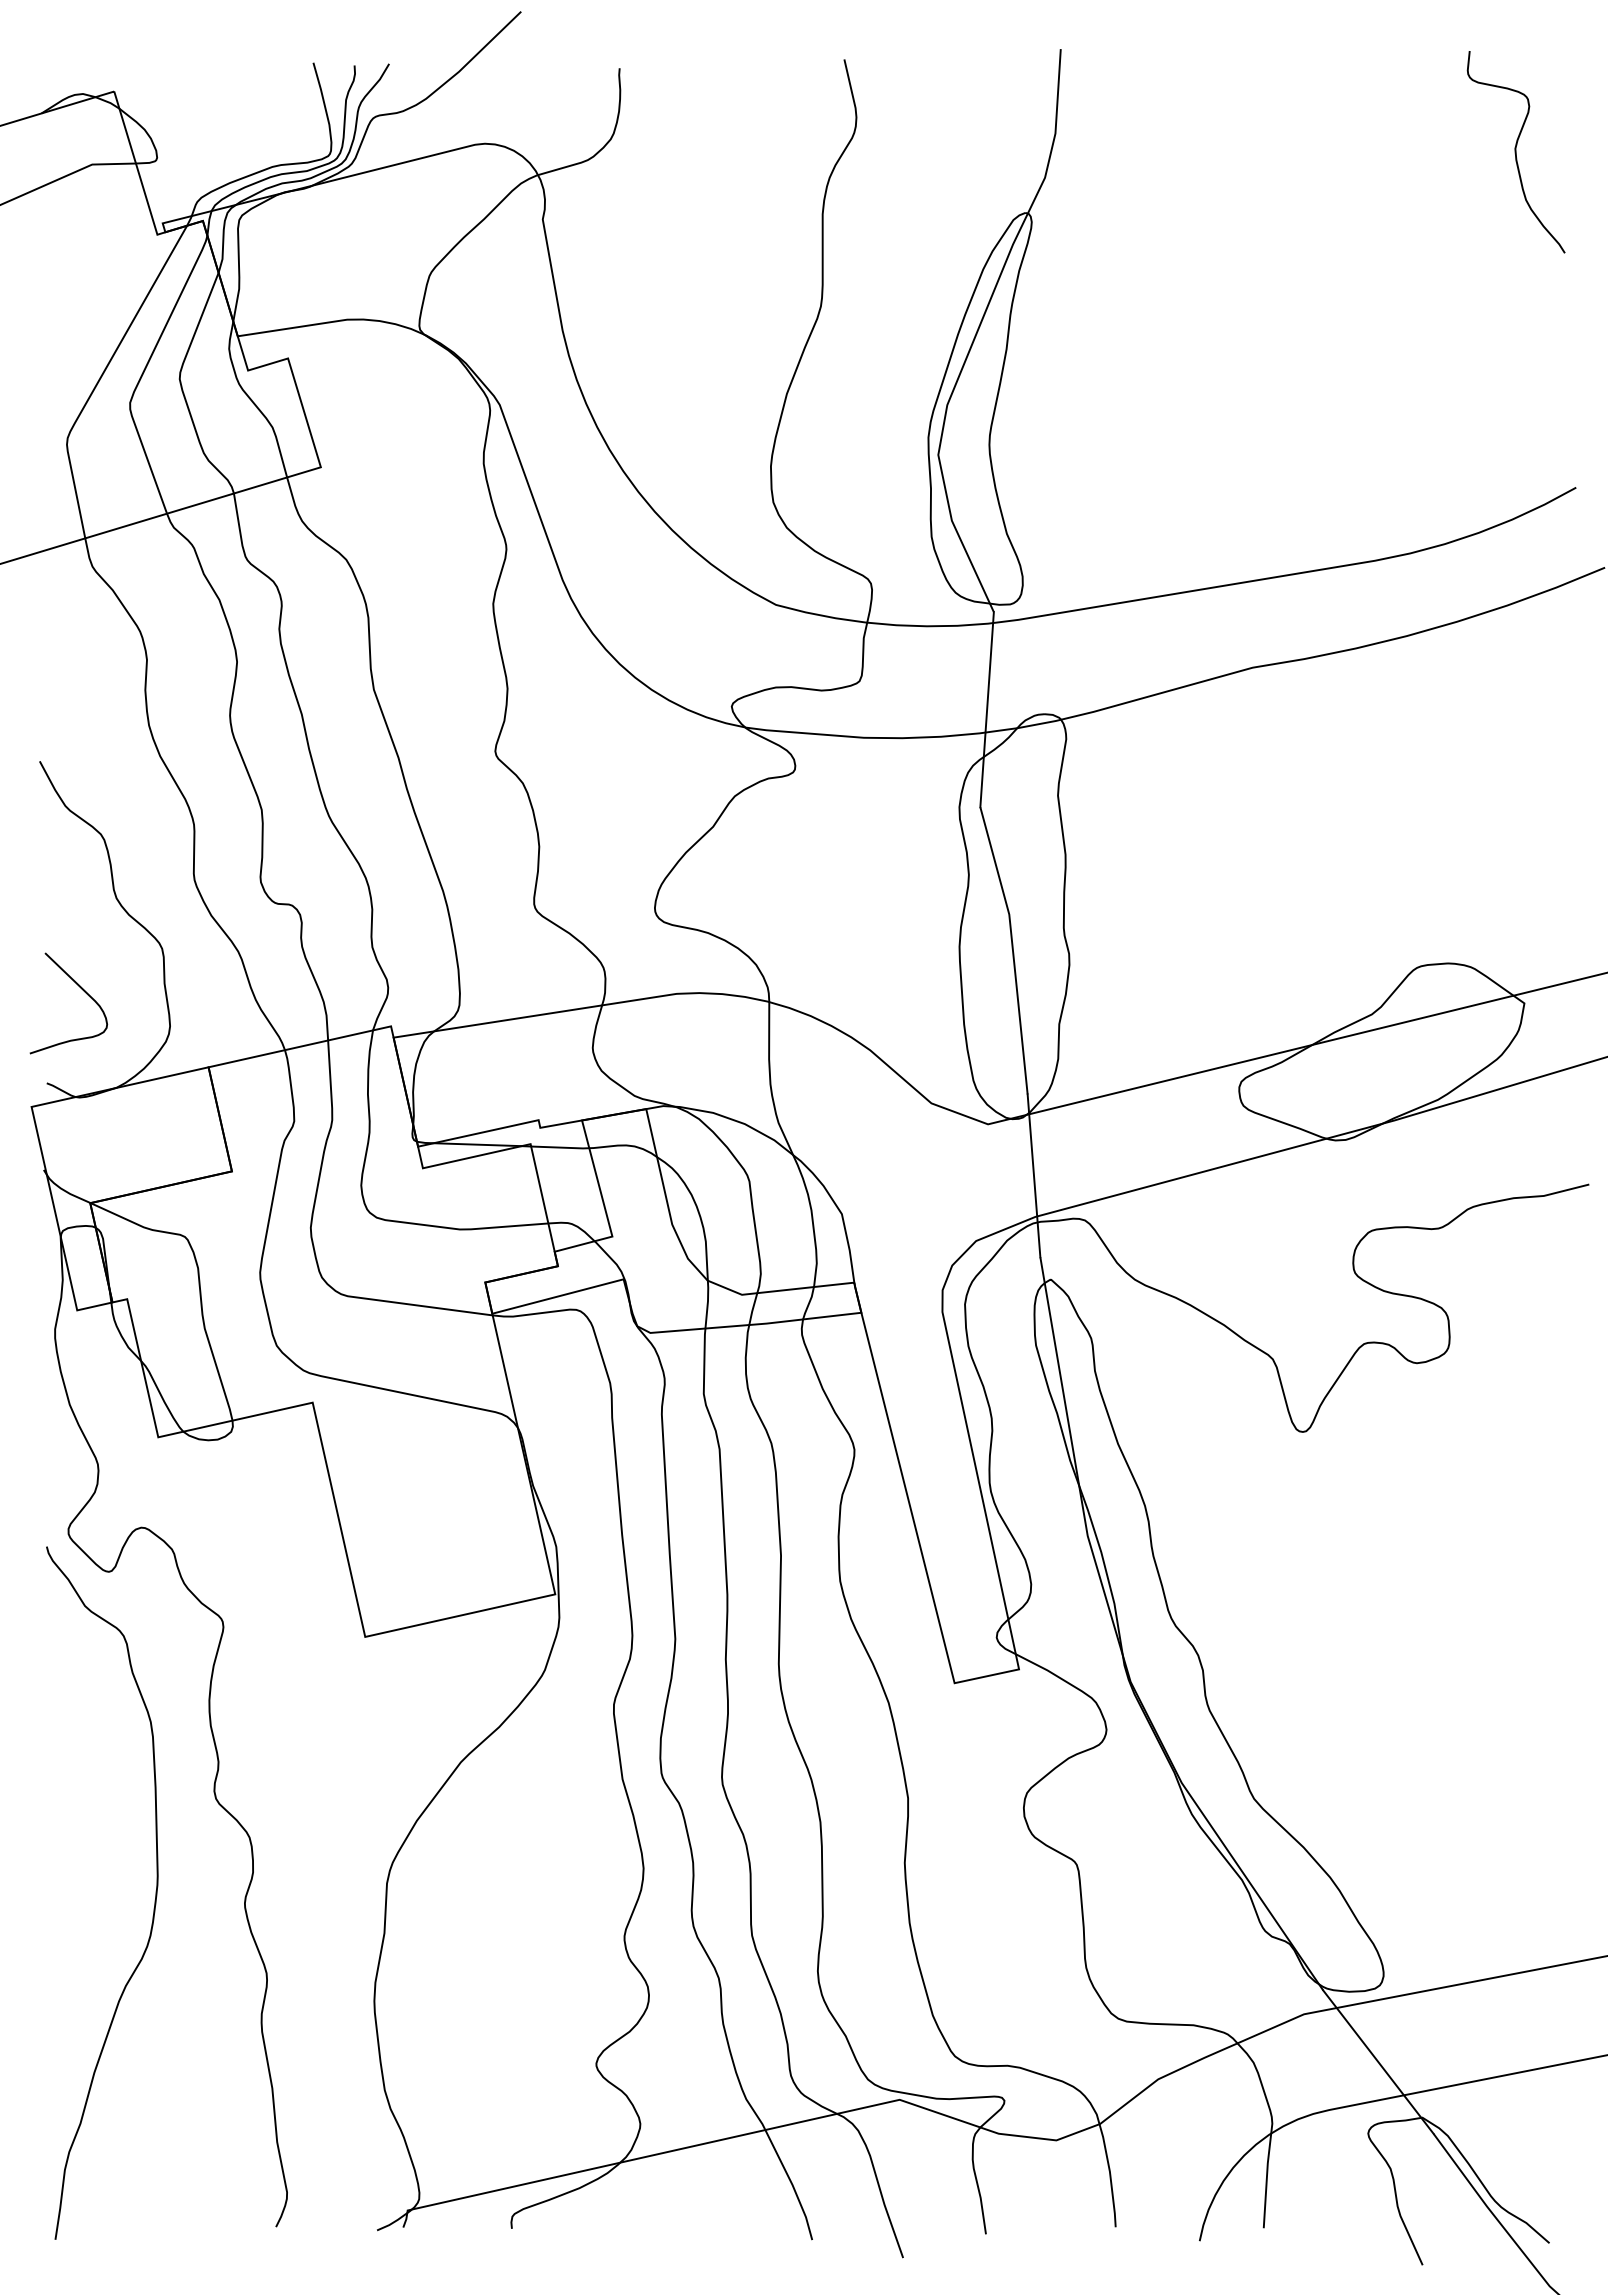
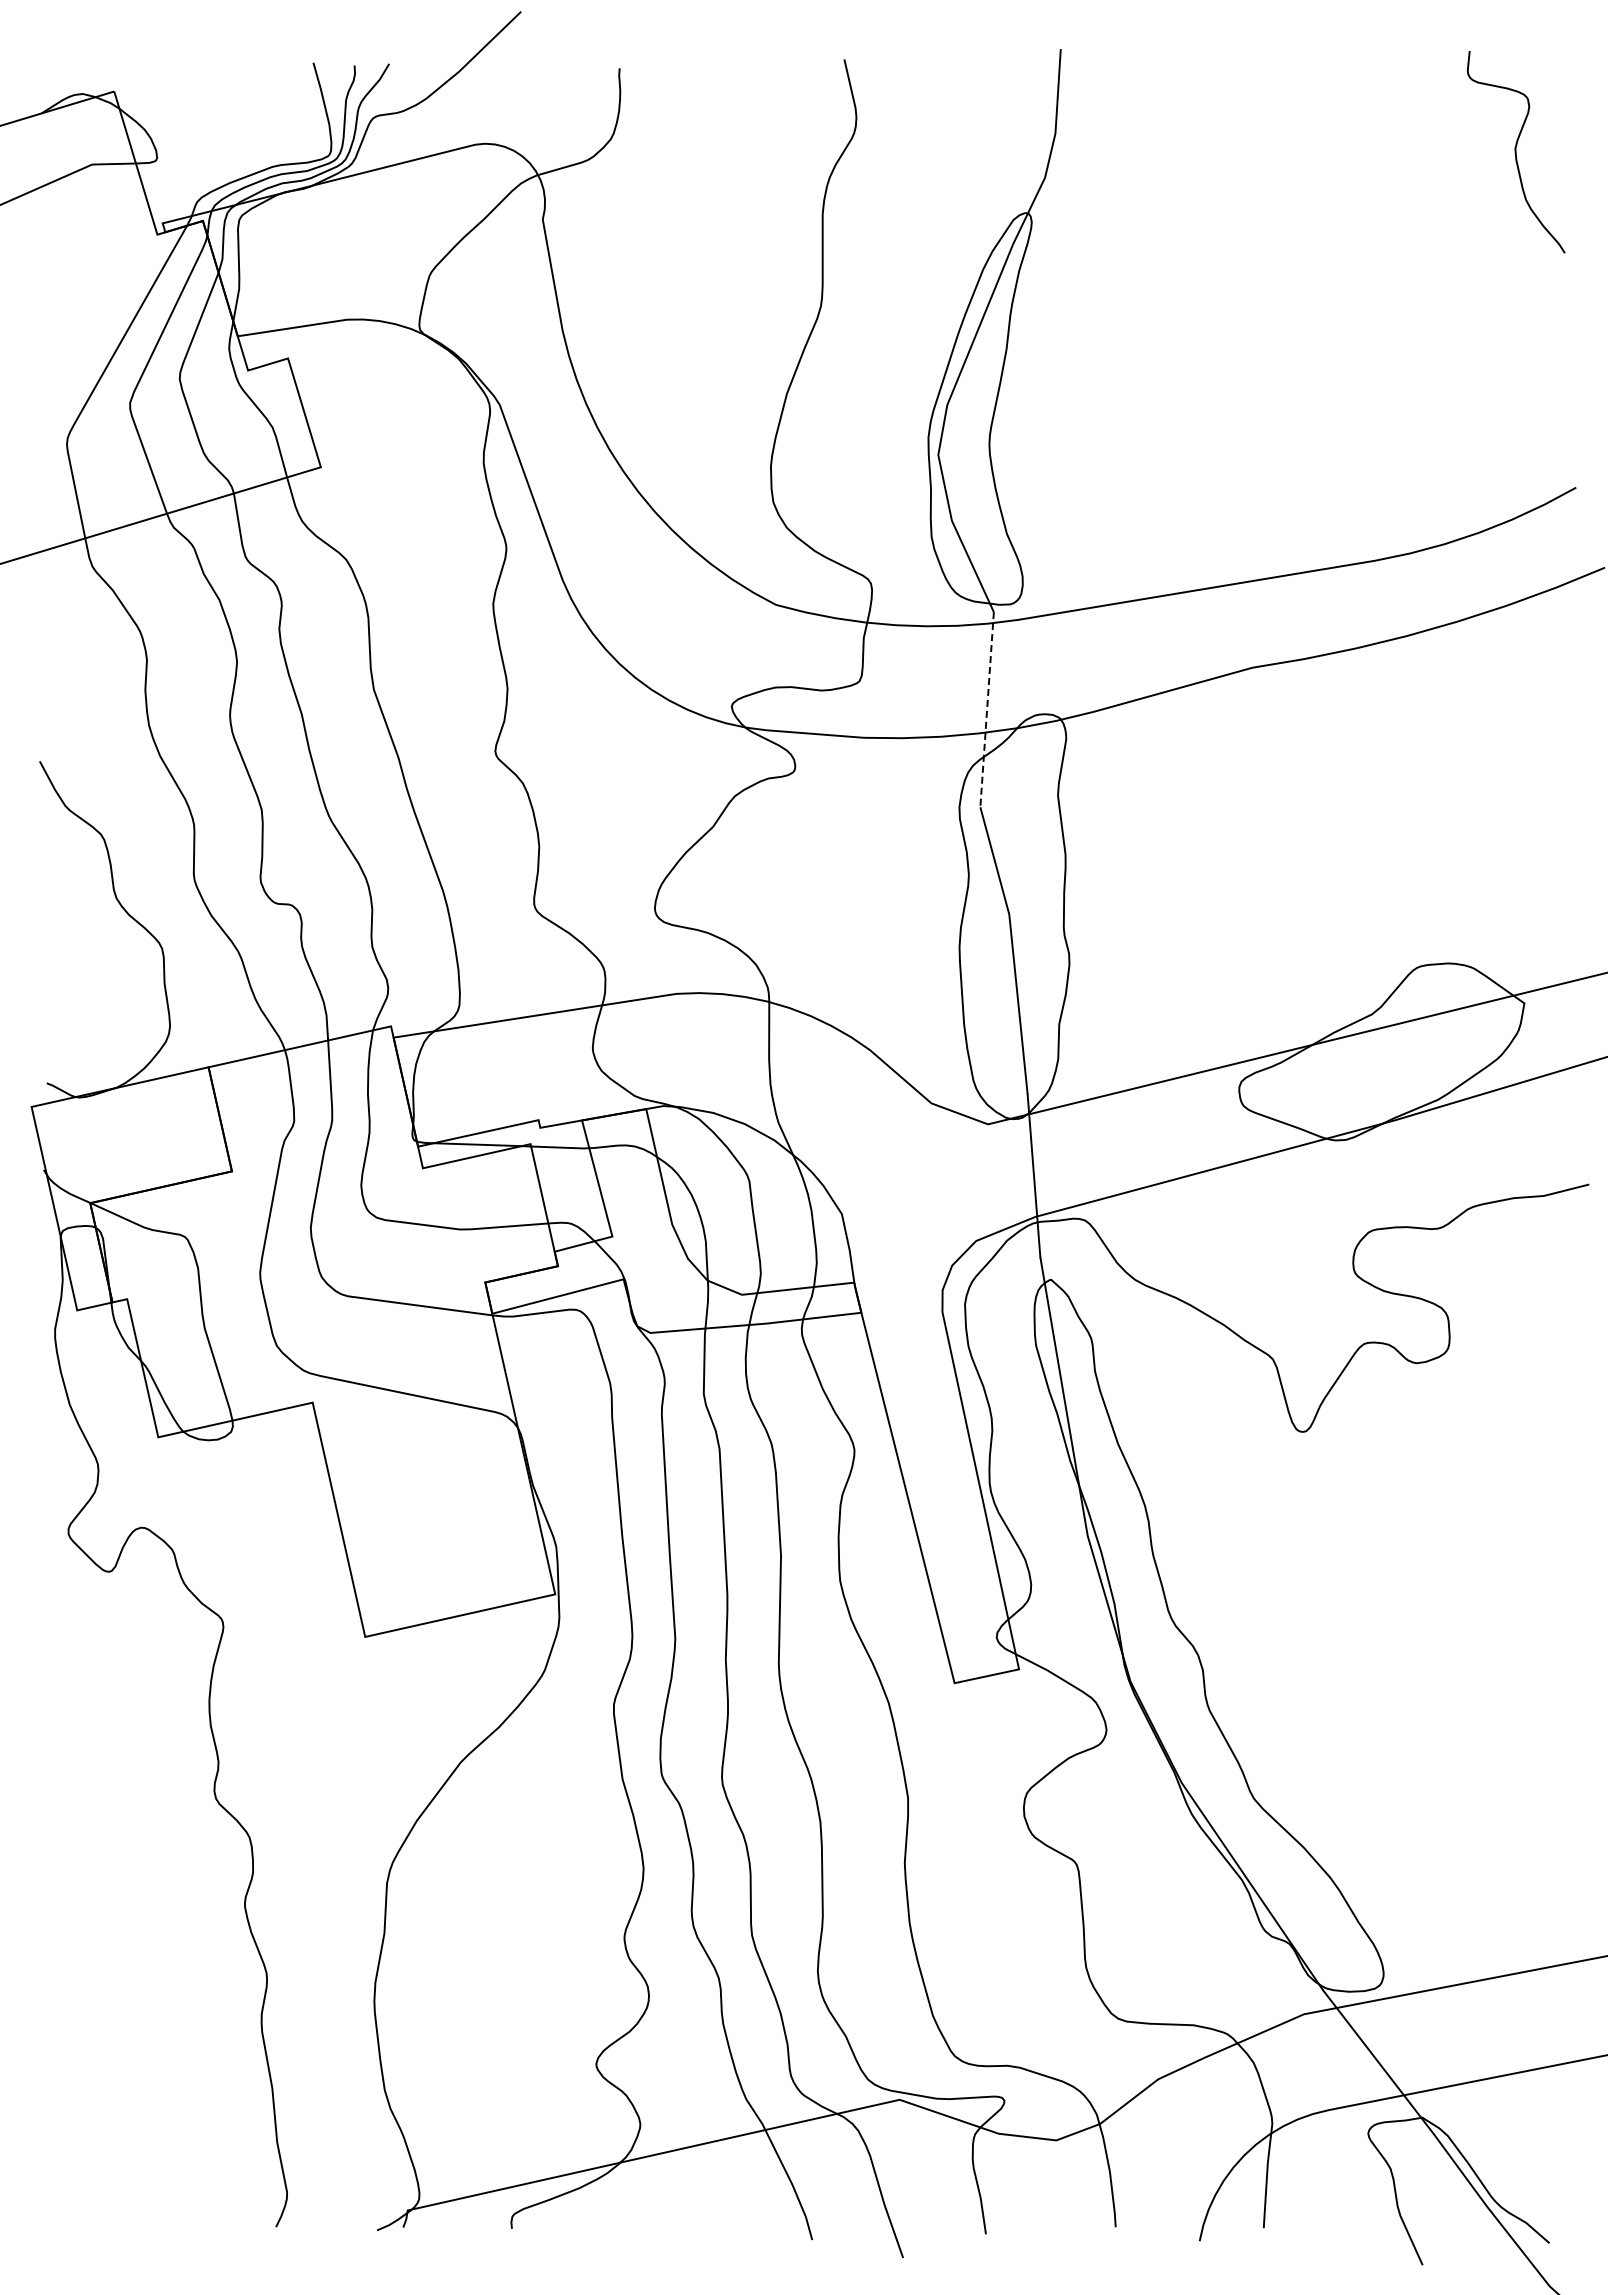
line at (987, 709): solid -> dashed
curve at (81, 989): present -> none
curve at (154, 1900): present -> none
